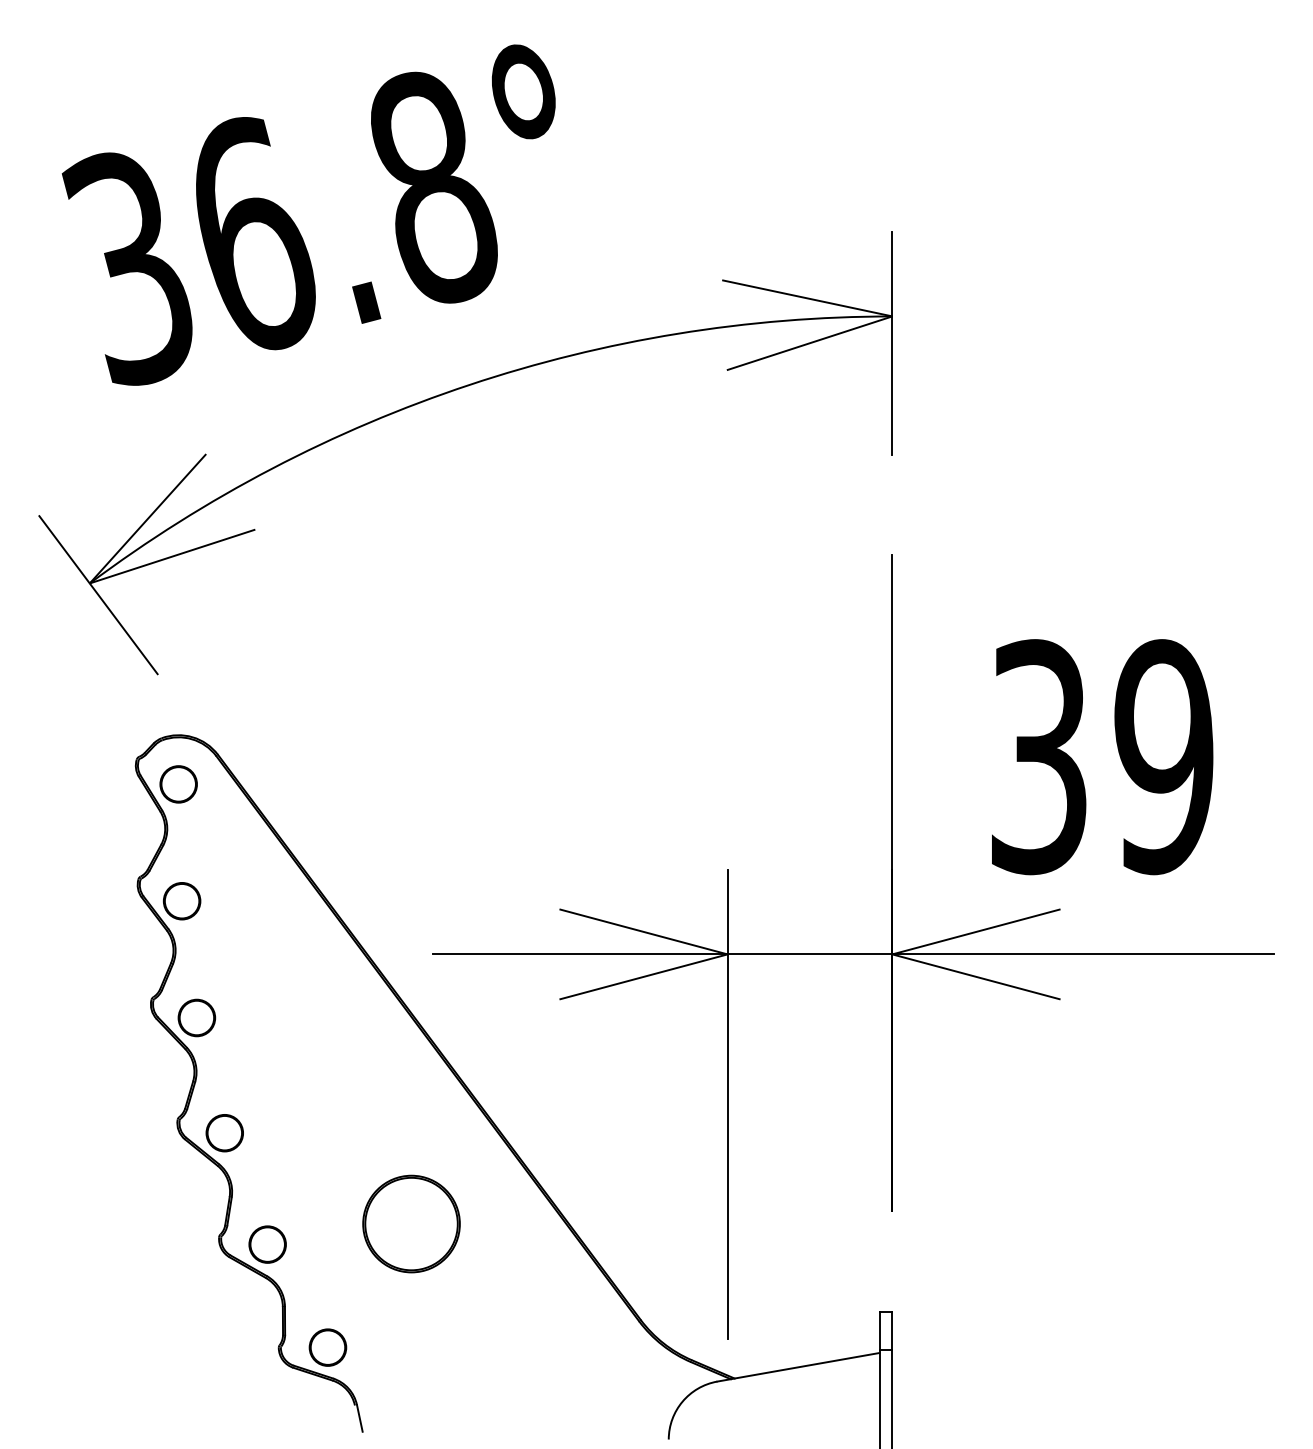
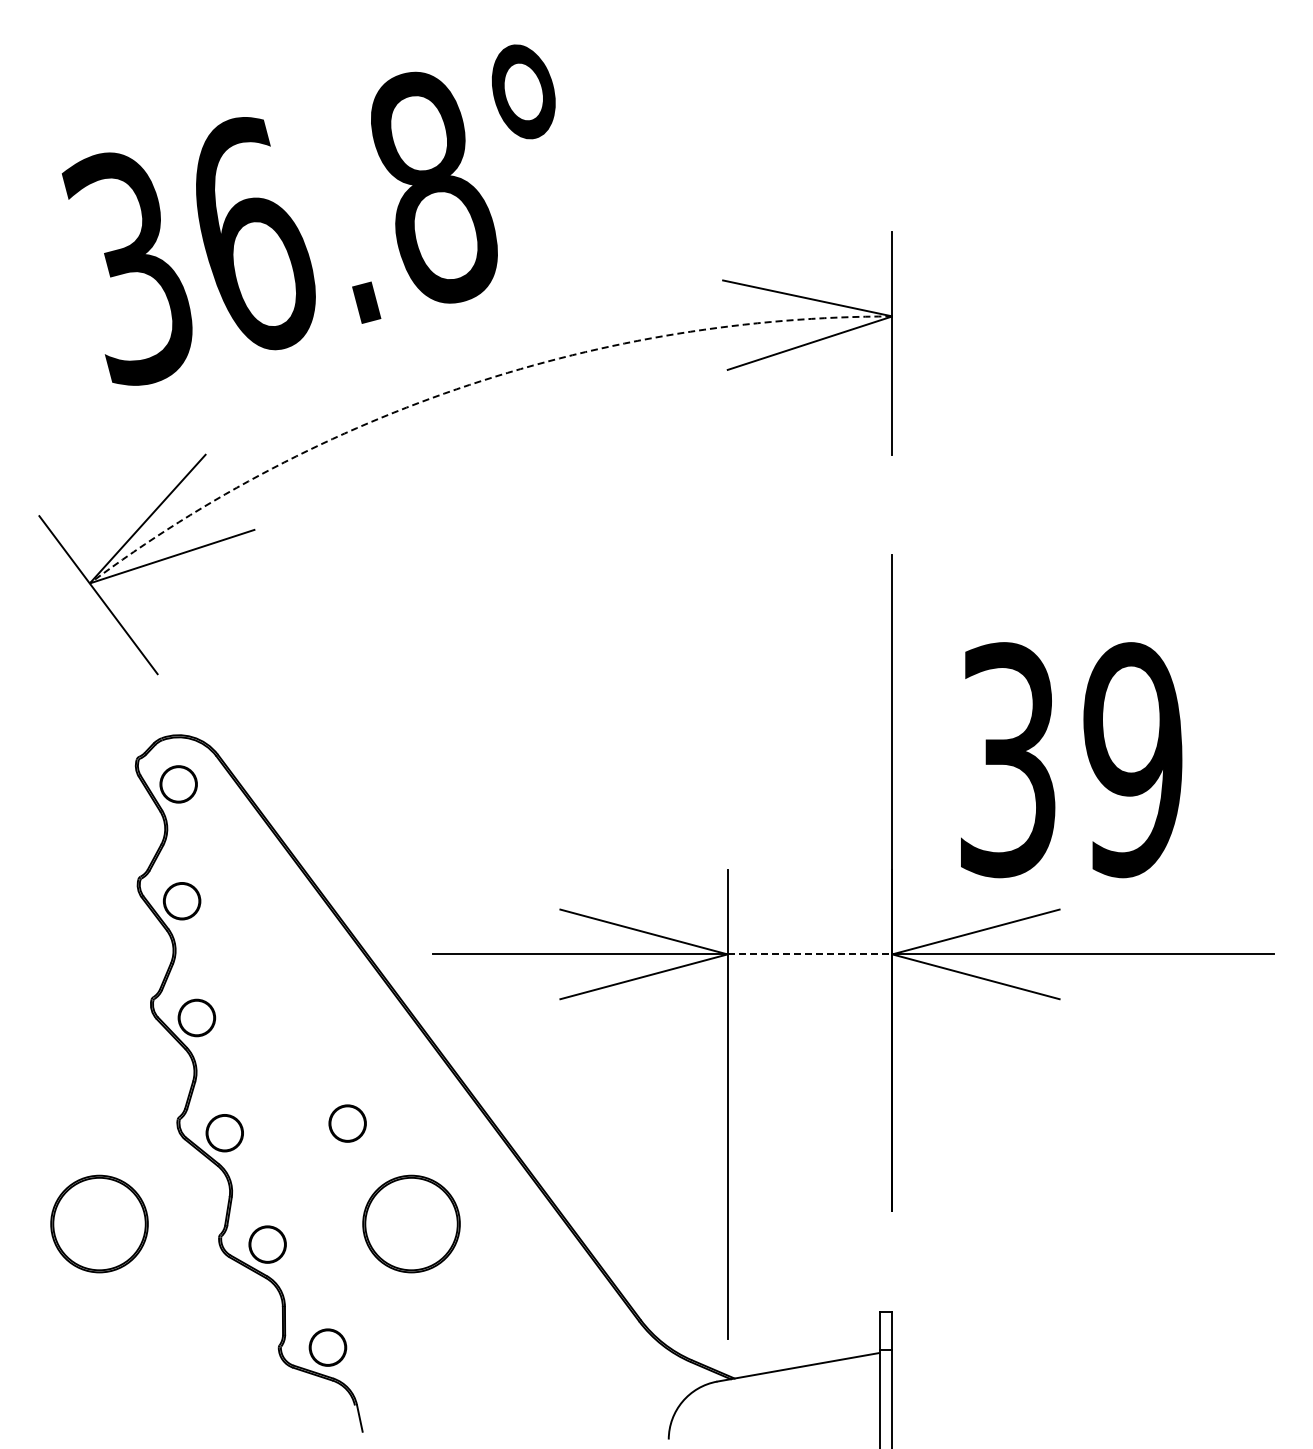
arc at (469, 384): solid -> dashed
text at (1102, 757) position: (1102, 757) -> (1071, 760)
line at (810, 954): solid -> dashed
circle at (347, 1123): none -> present
part at (99, 1223): none -> present
